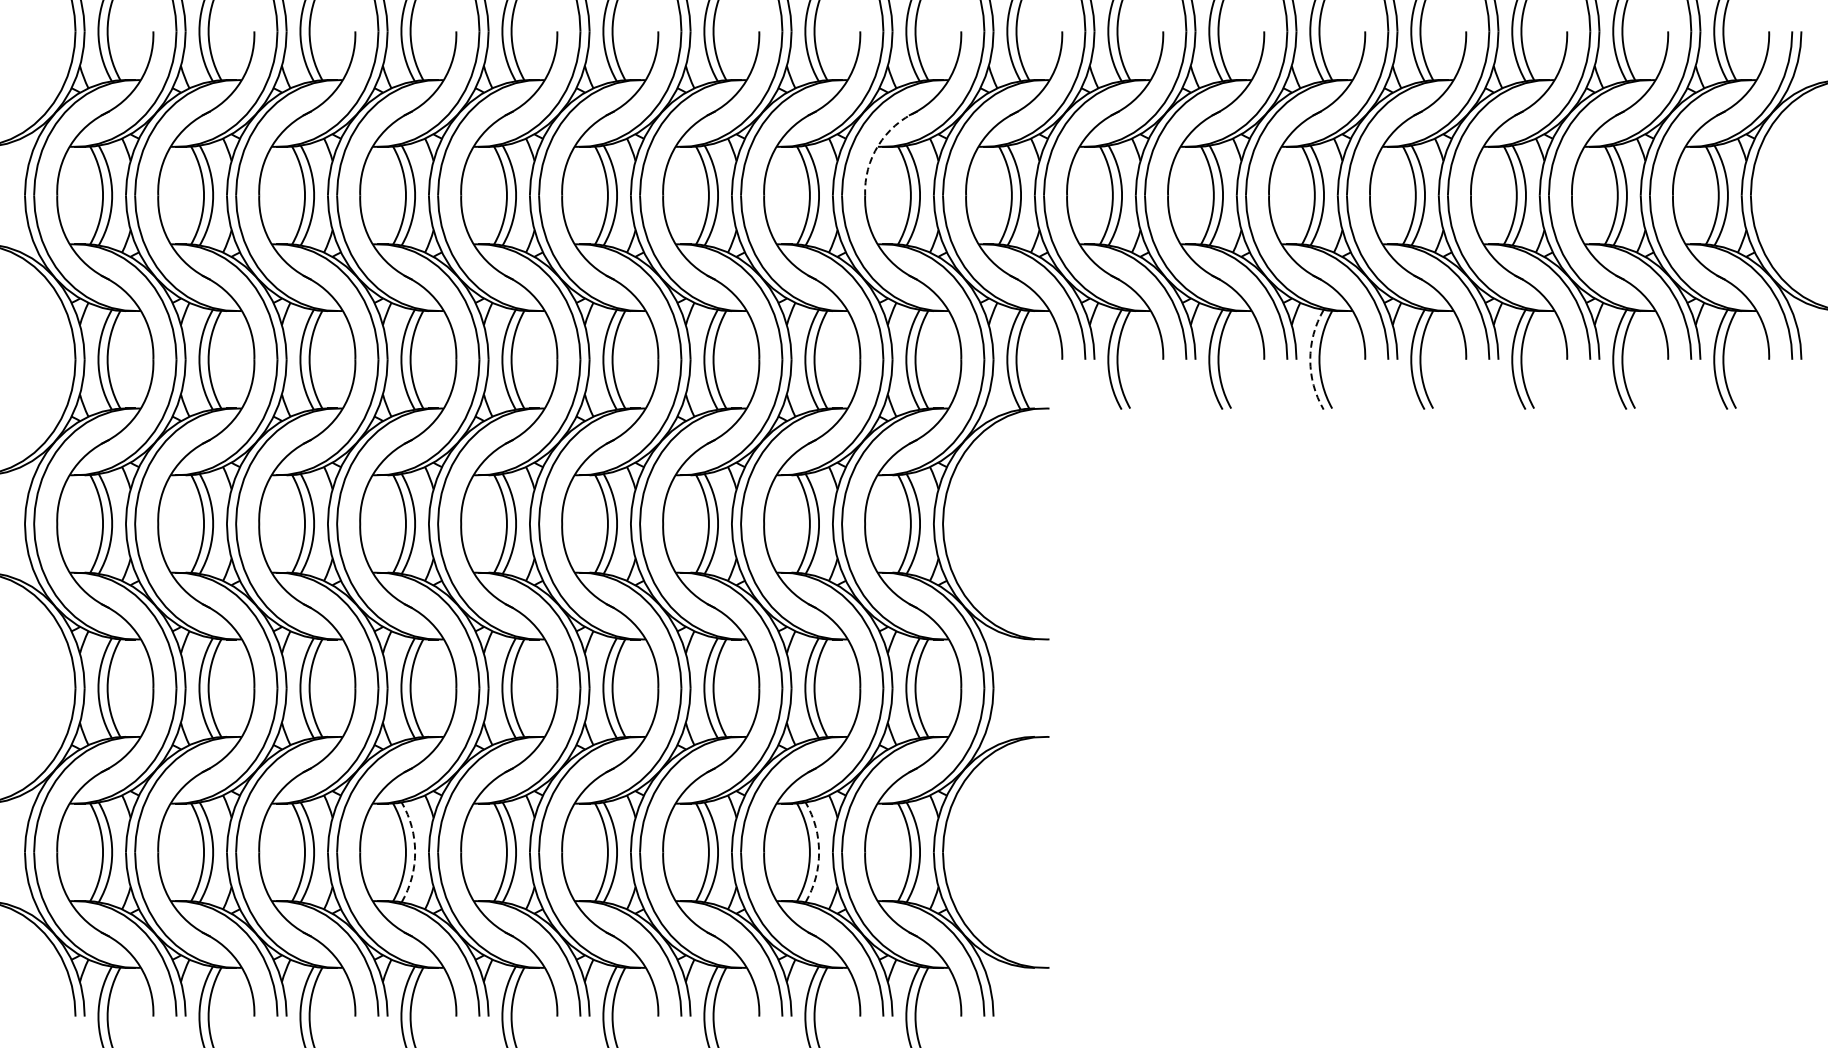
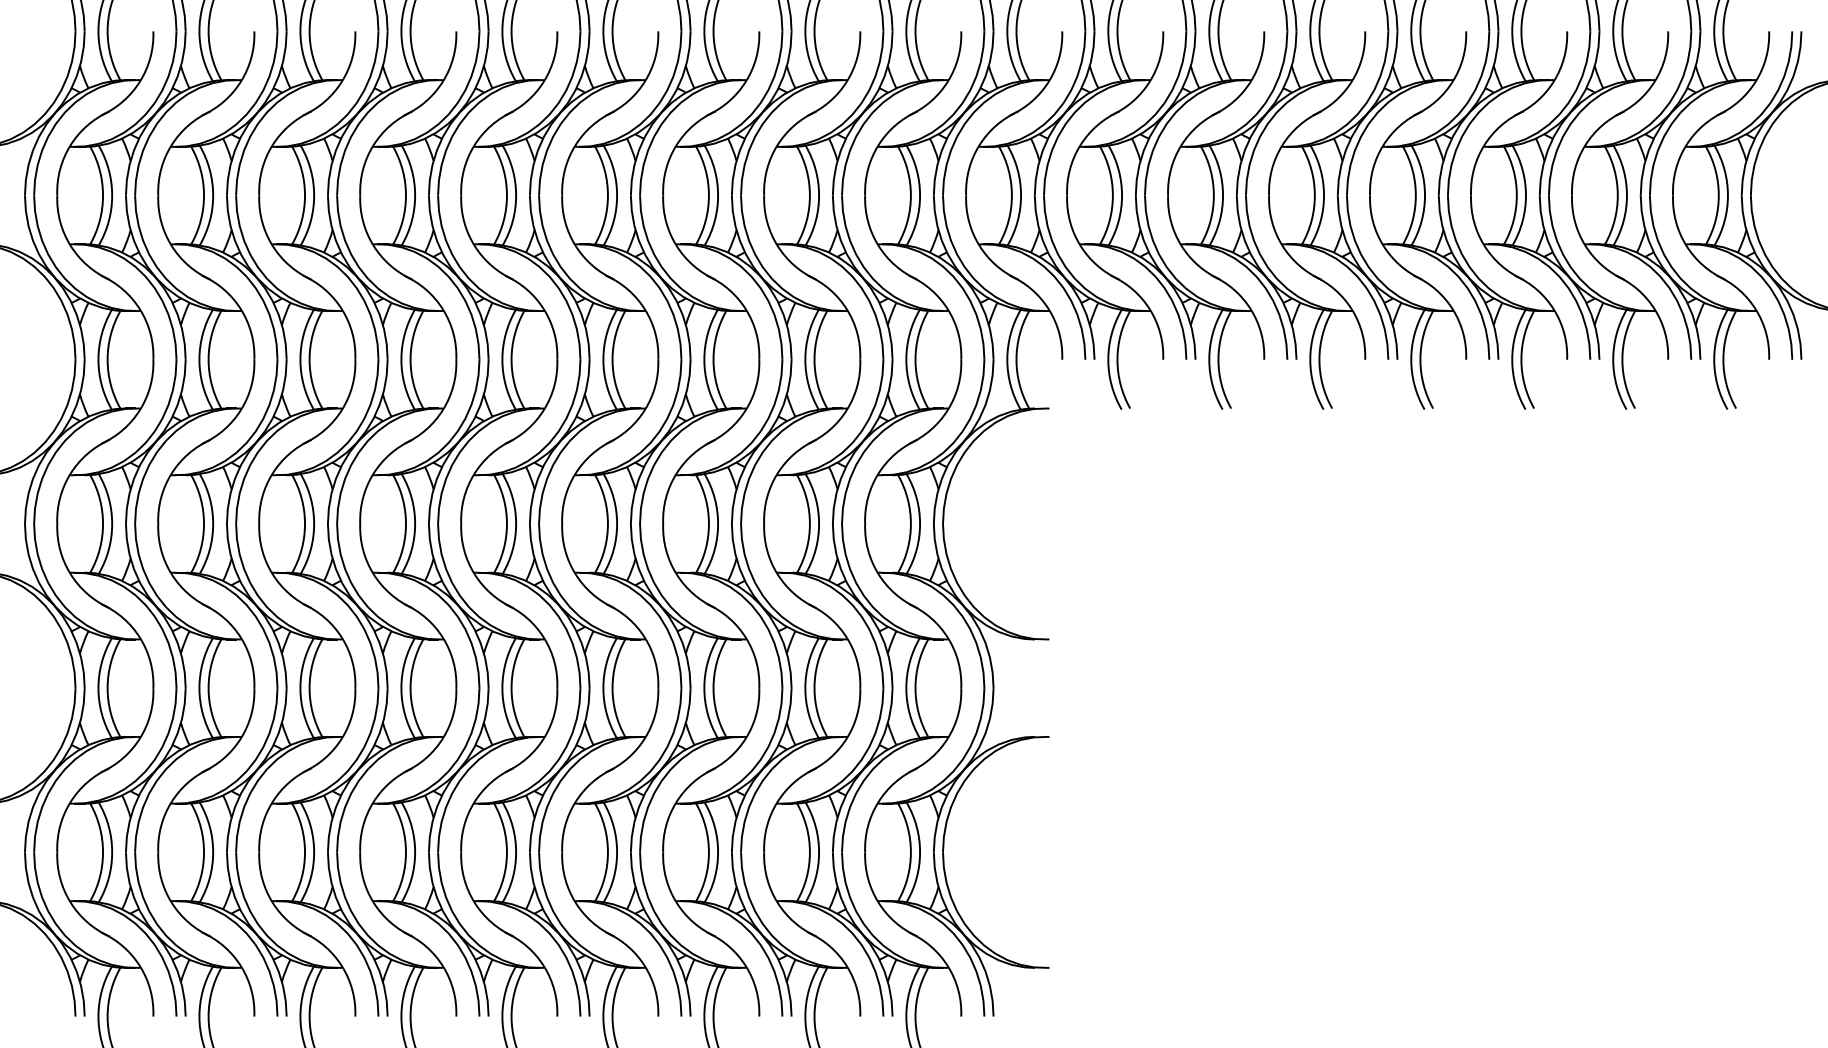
arc at (878, 145): dashed -> solid
arc at (1310, 359): dashed -> solid
arc at (415, 852): dashed -> solid
arc at (819, 852): dashed -> solid
